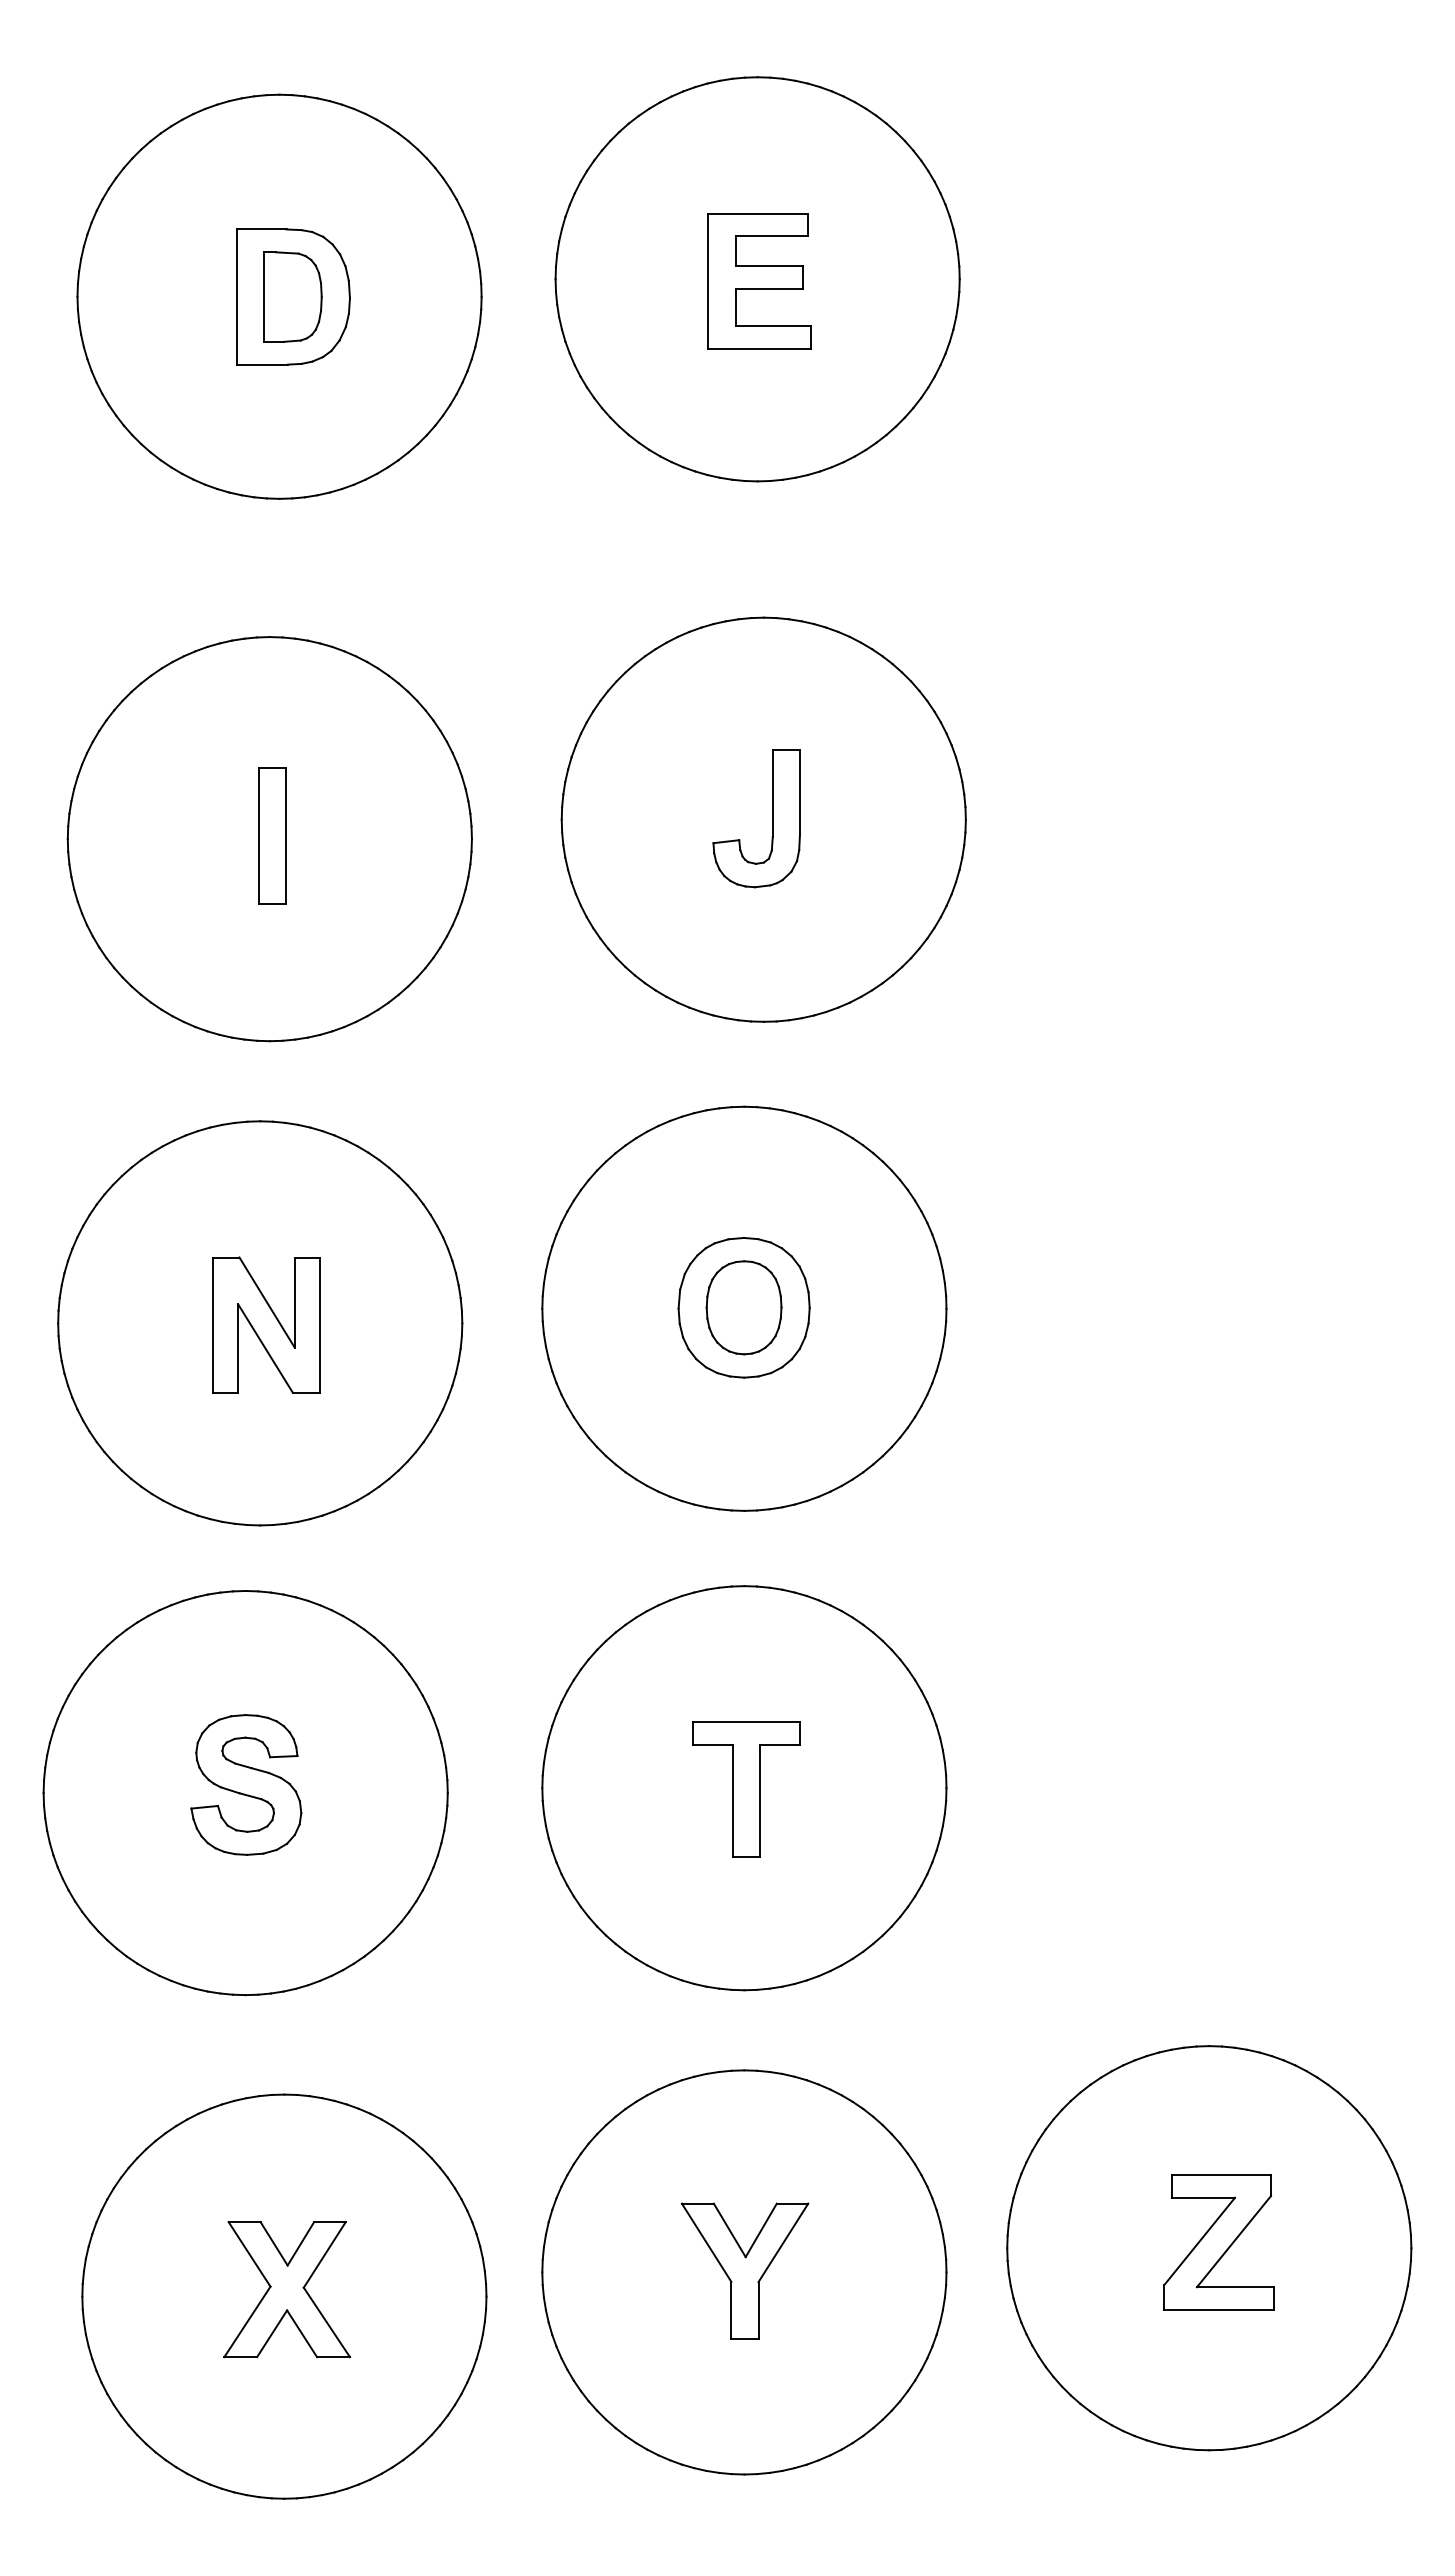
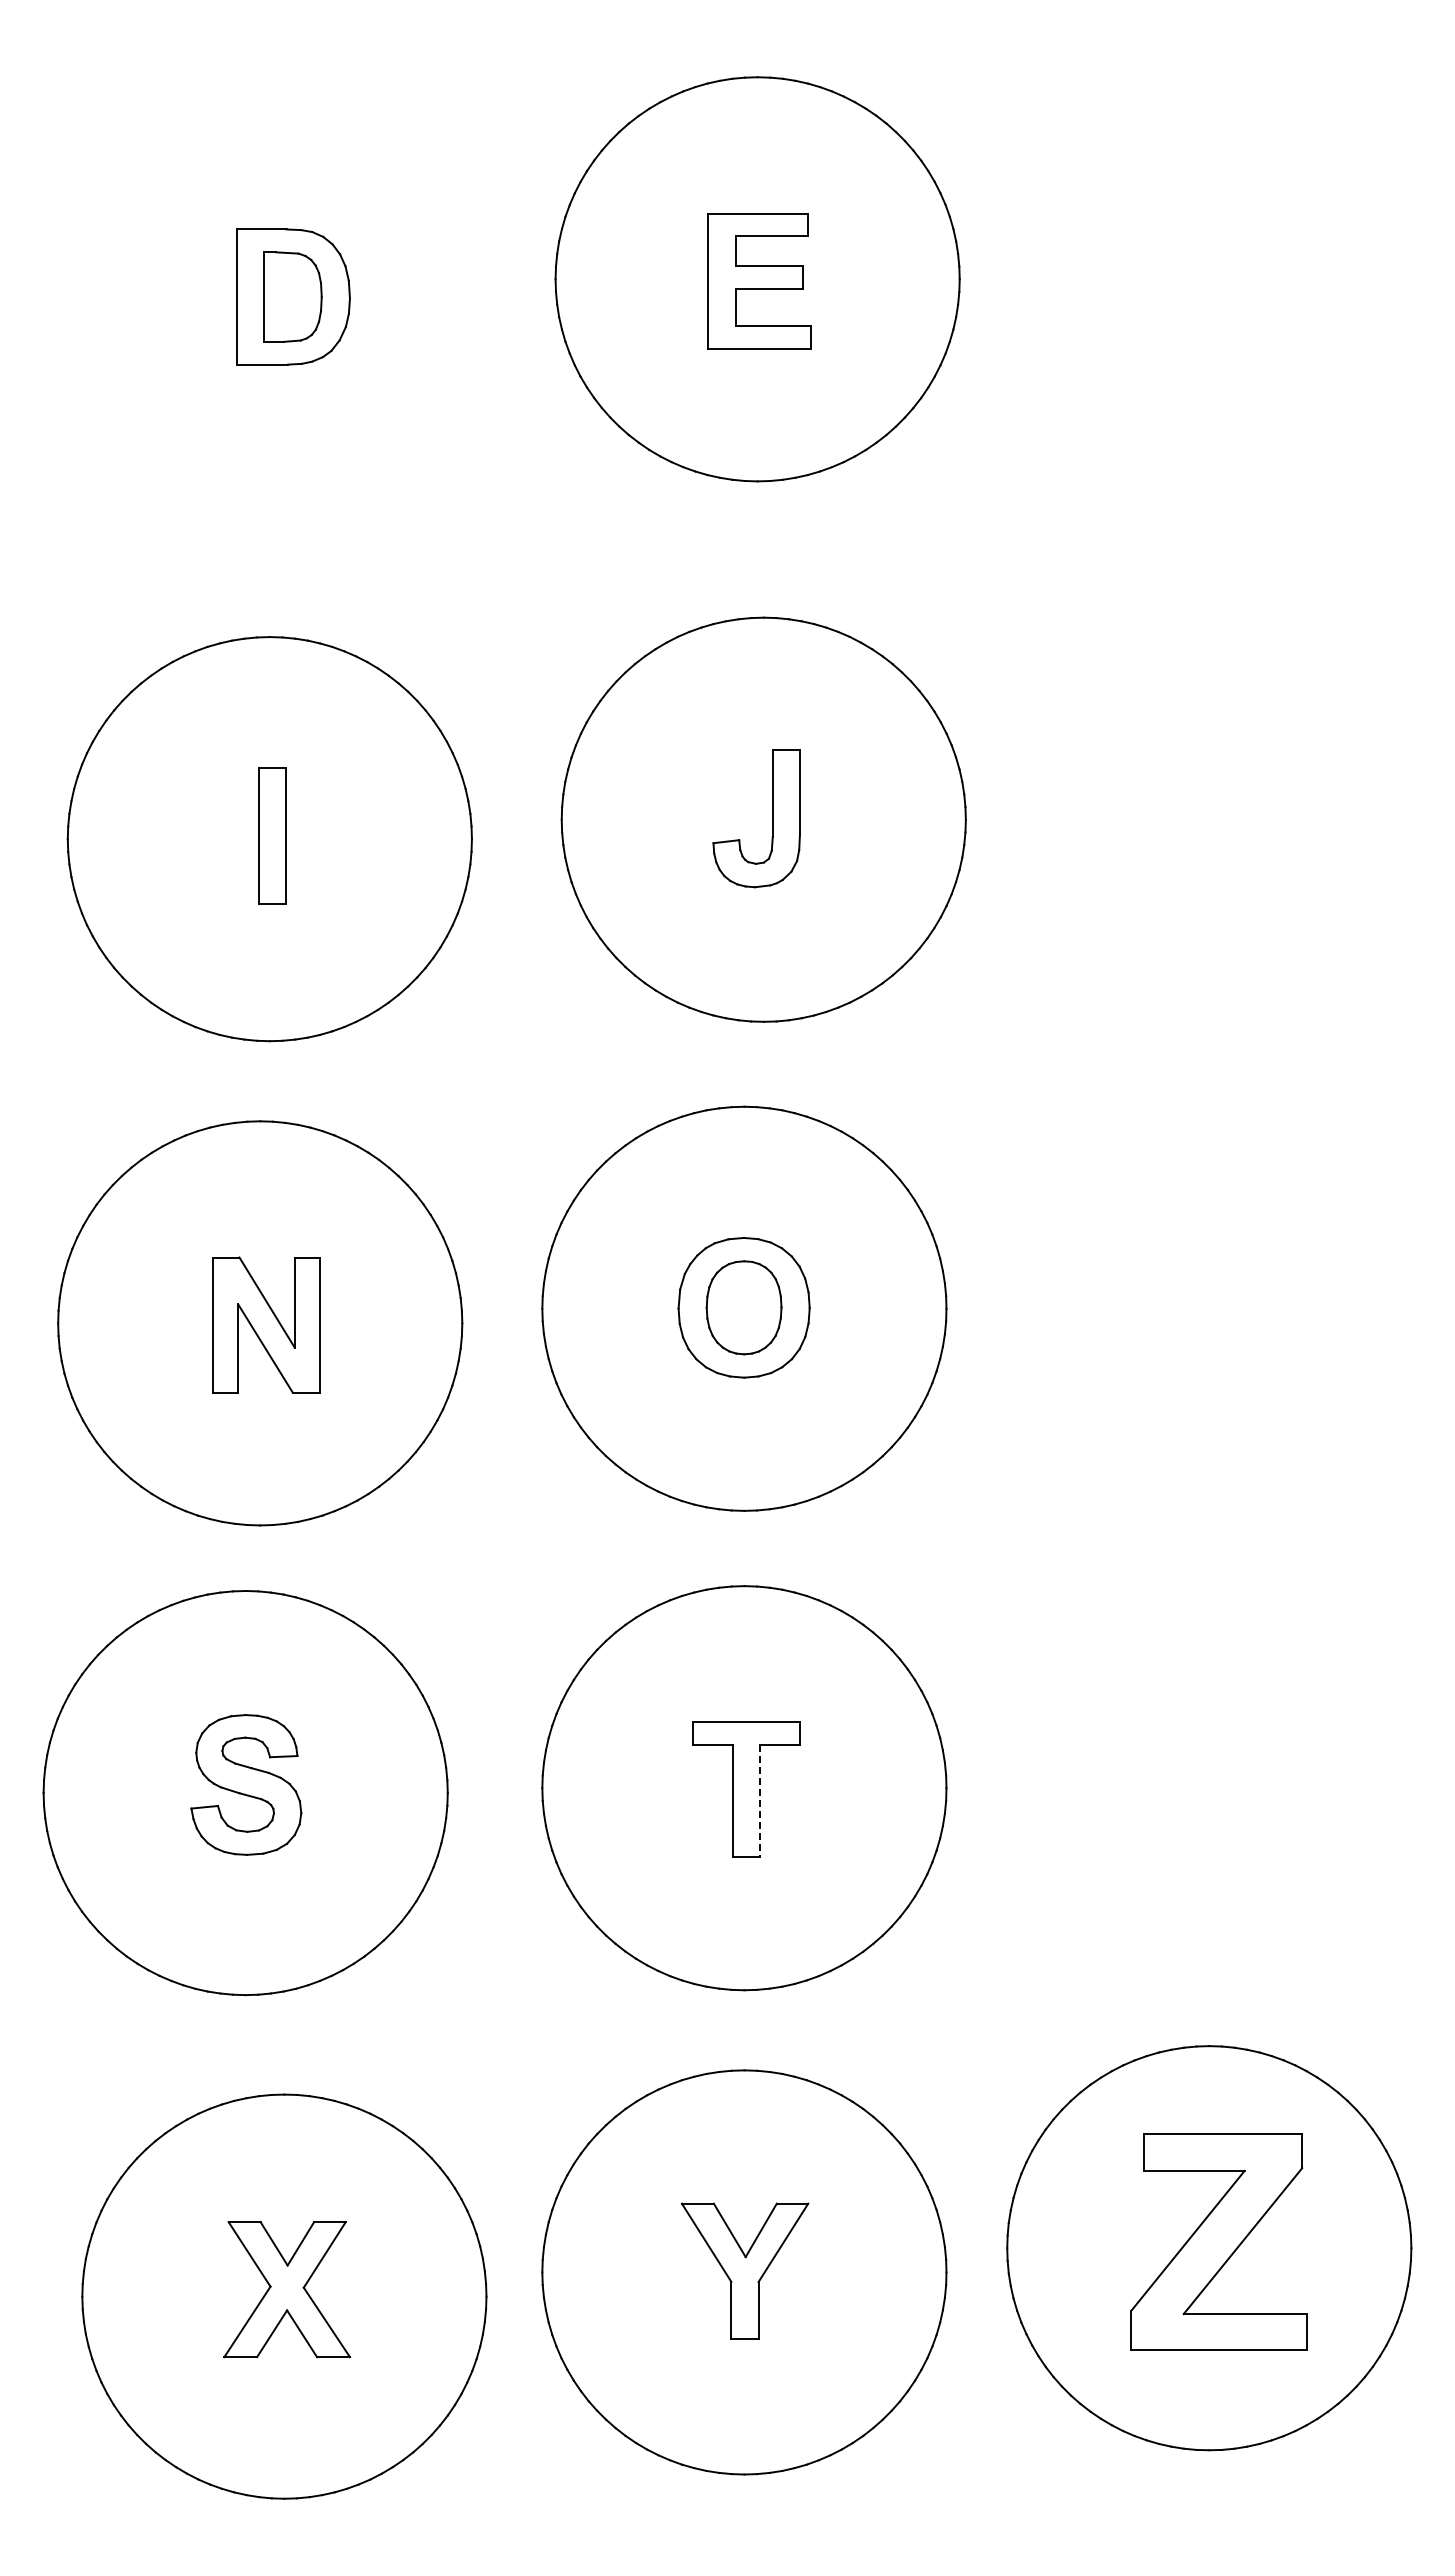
part at (279, 296): present -> none
line at (760, 1801): solid -> dashed
part at (1218, 2242) size: 112x137 px -> 178x218 px
